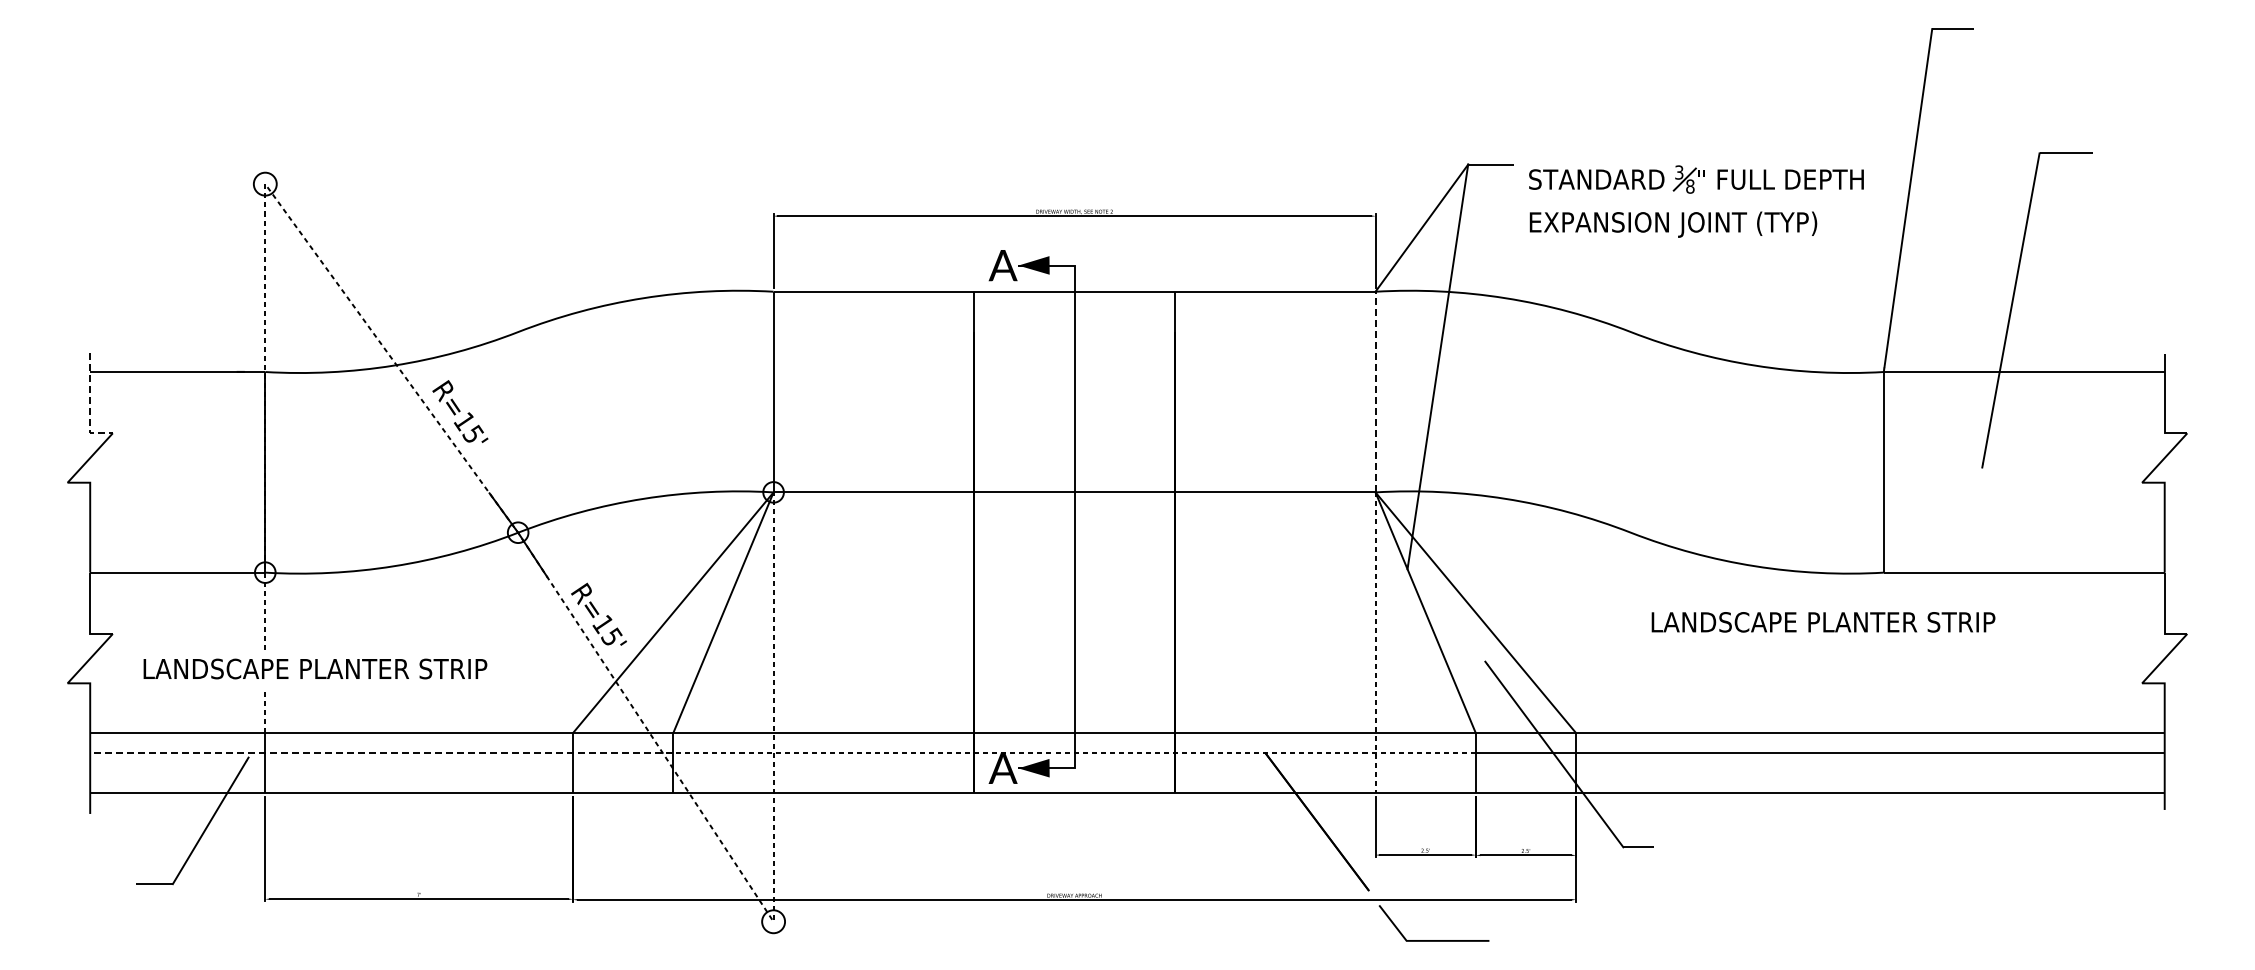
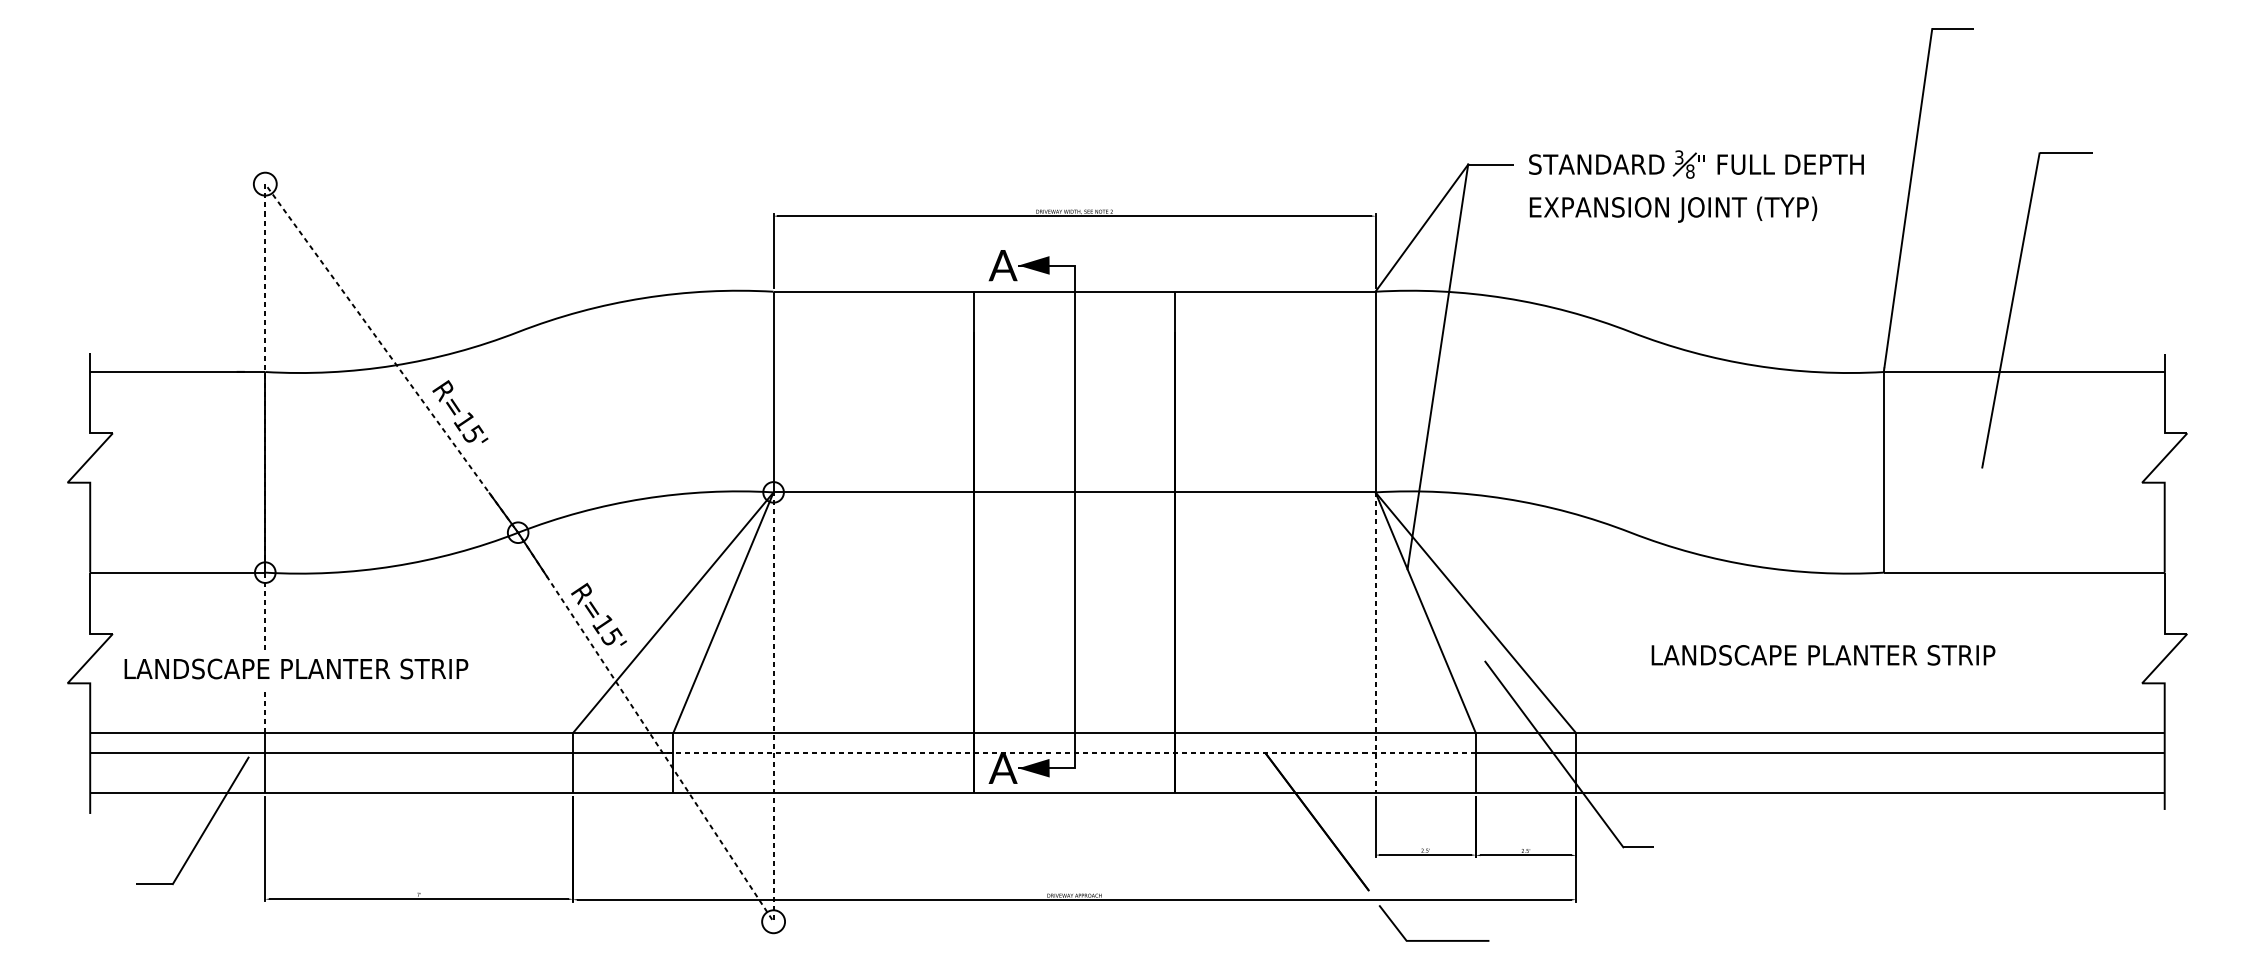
part at (1692, 193) position: (1692, 193) -> (1692, 178)
line at (1375, 391): dashed -> solid
line at (90, 405): dashed -> solid
text at (1823, 622) position: (1823, 622) -> (1823, 655)
text at (315, 668) position: (315, 668) -> (296, 668)
line at (381, 753): dashed -> solid
